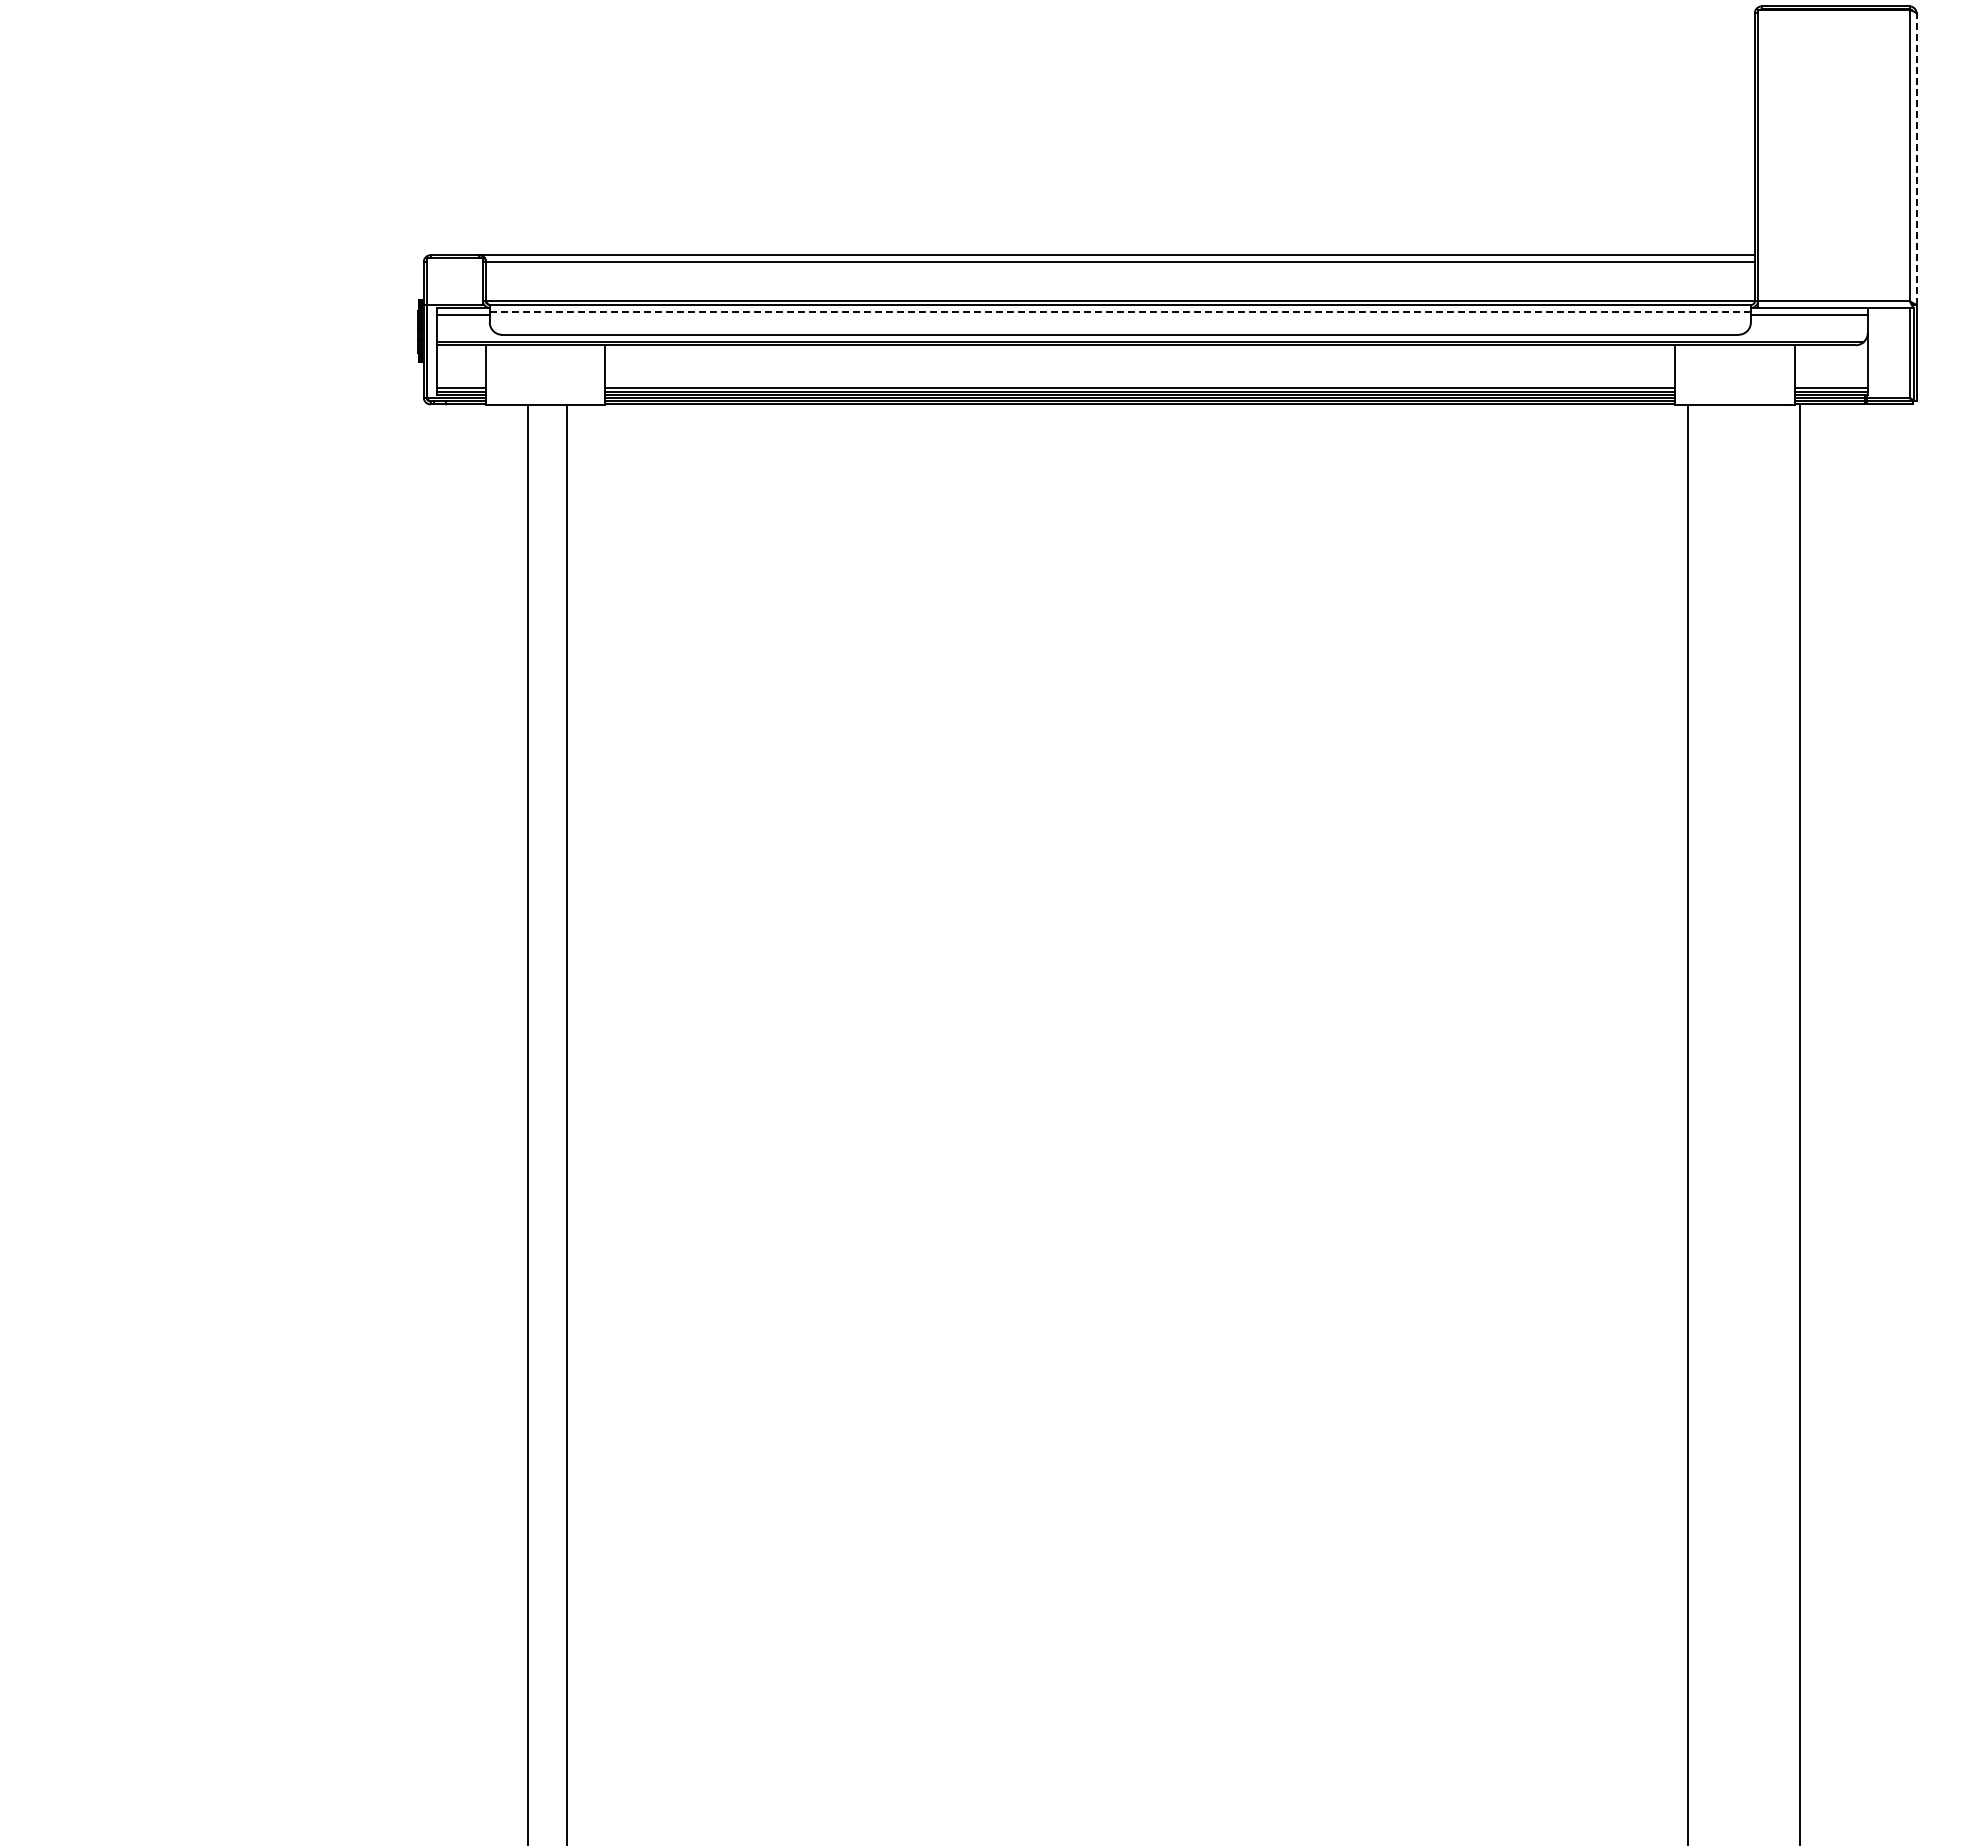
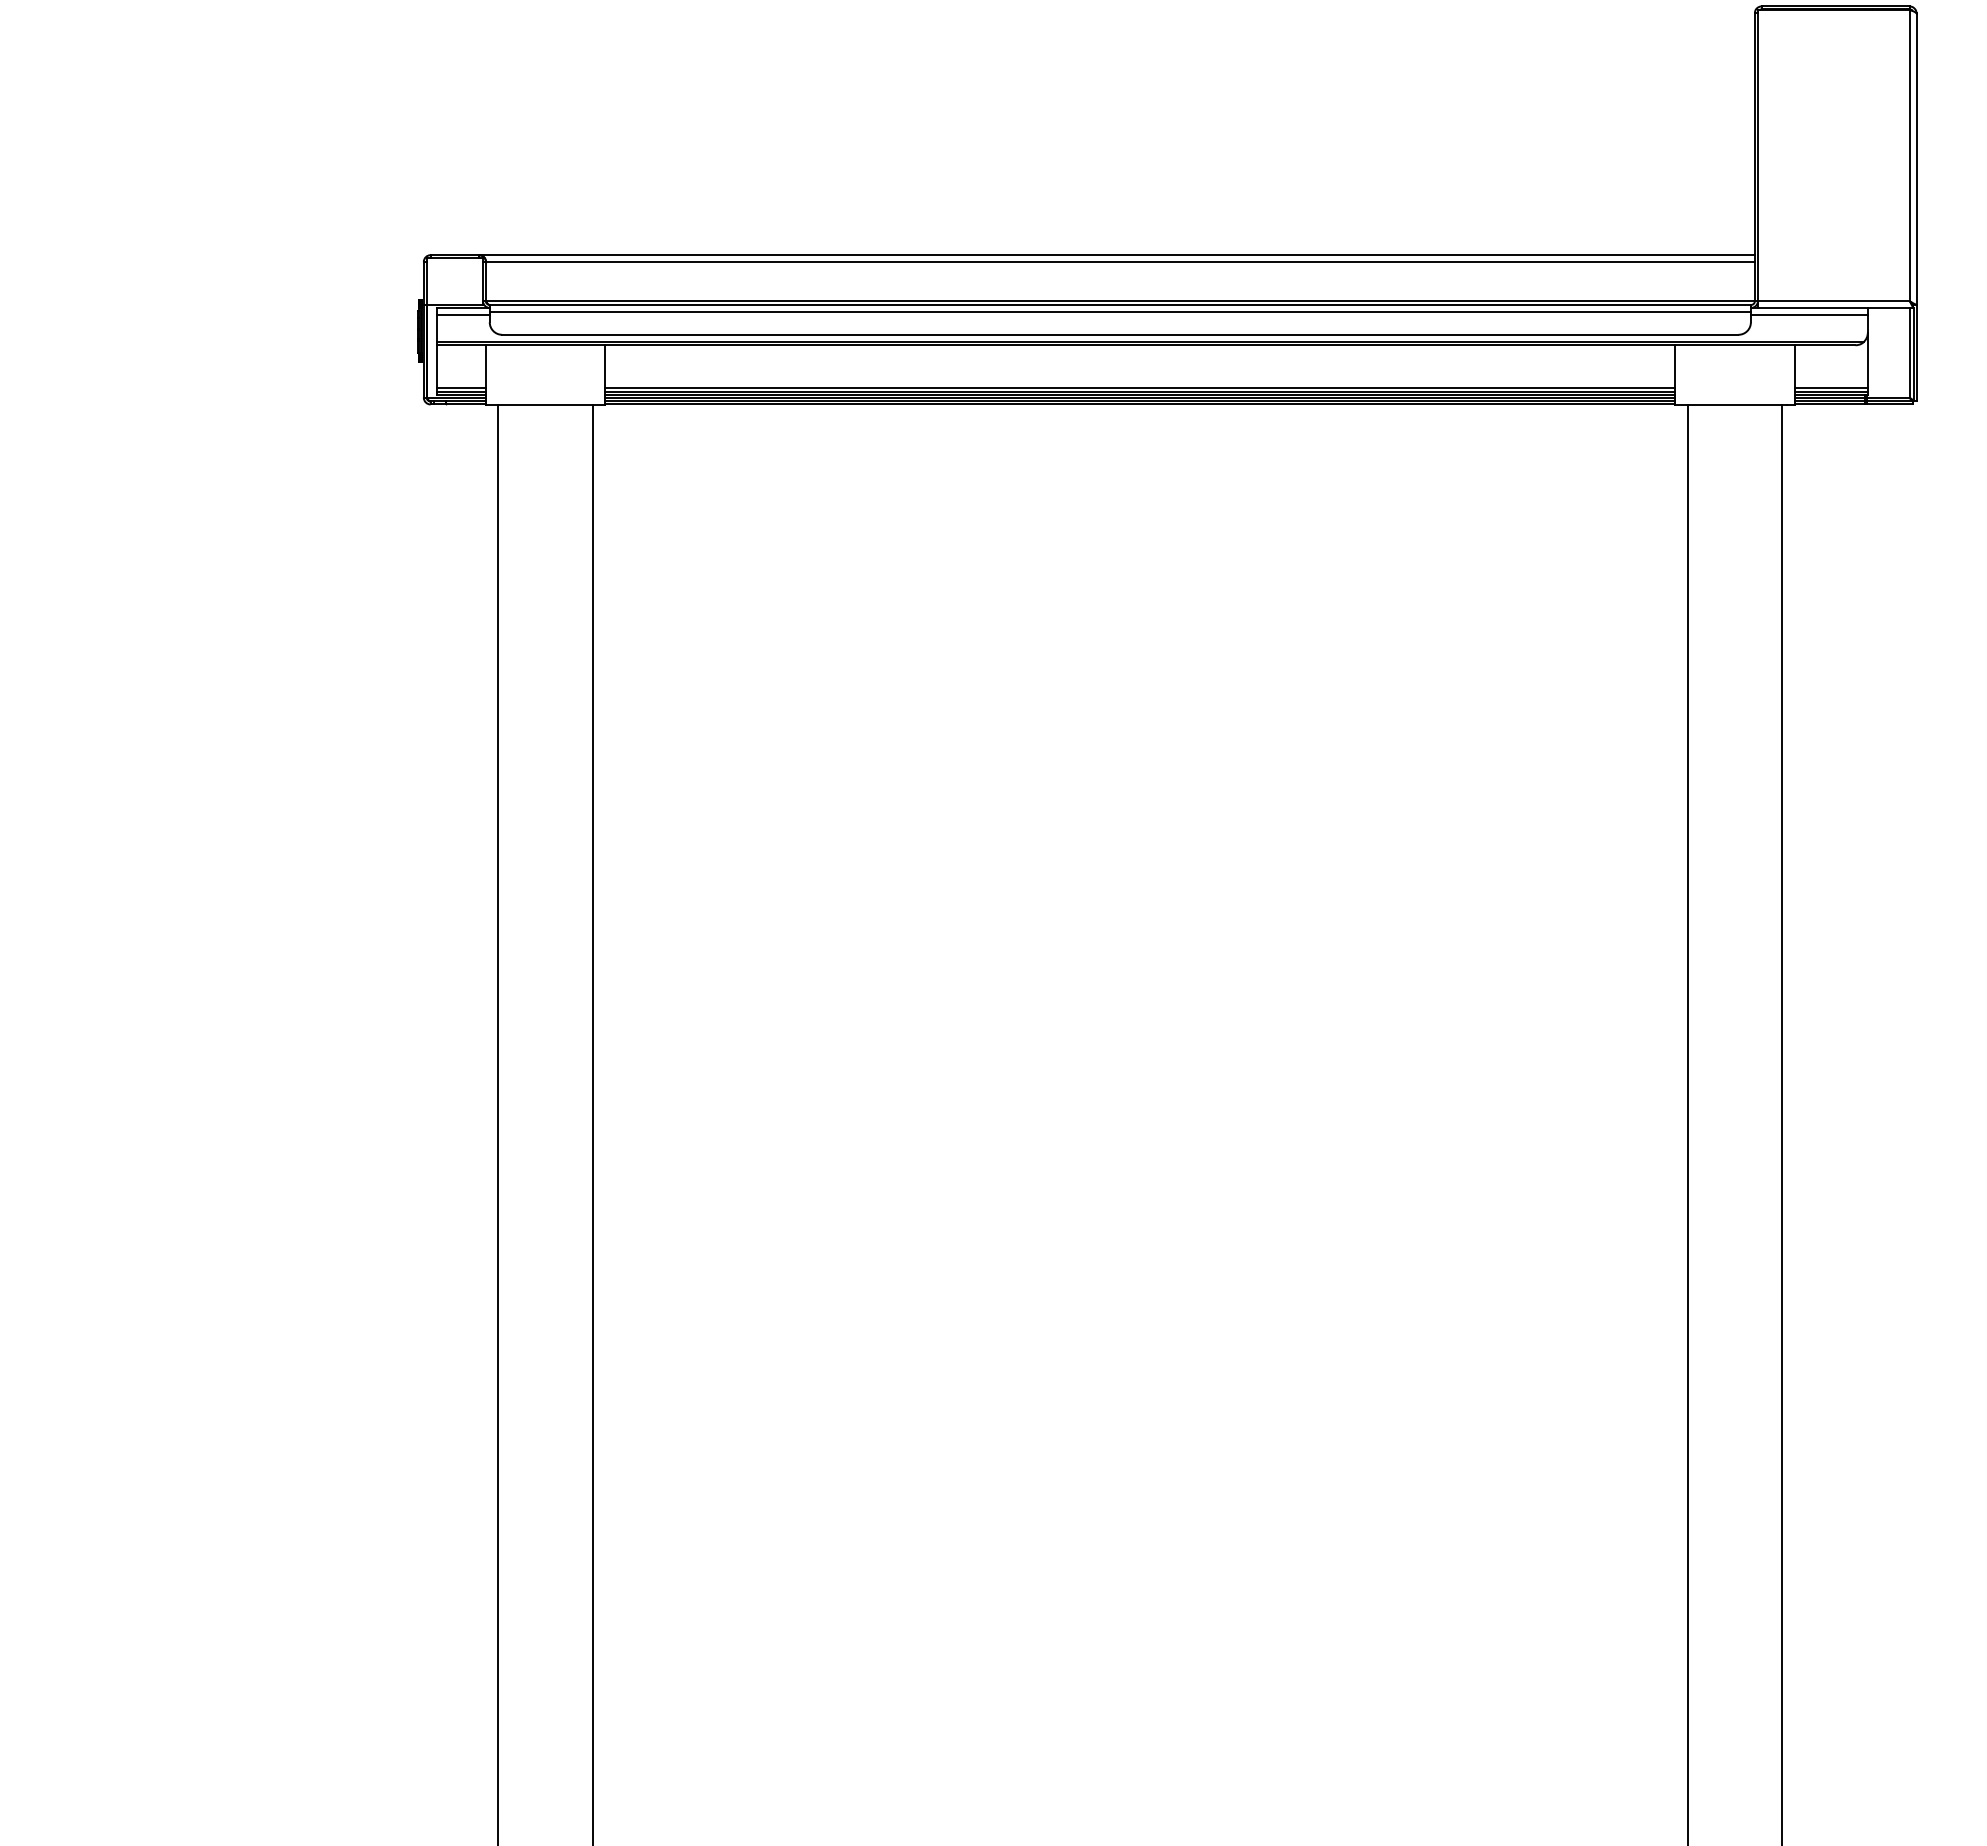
line at (1916, 159): dashed -> solid
line at (1120, 311): dashed -> solid
line at (528, 1123) position: (528, 1123) -> (498, 1123)
line at (567, 1123) position: (567, 1123) -> (593, 1123)
line at (1800, 1123) position: (1800, 1123) -> (1782, 1123)
